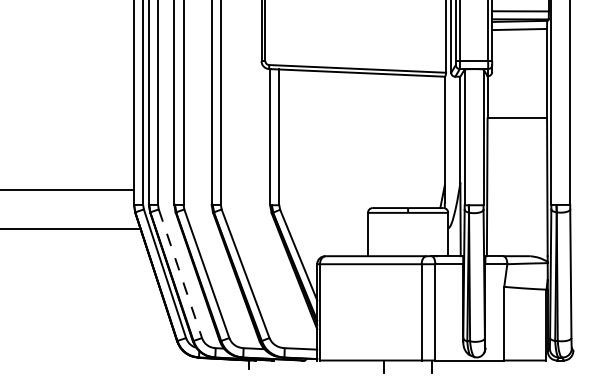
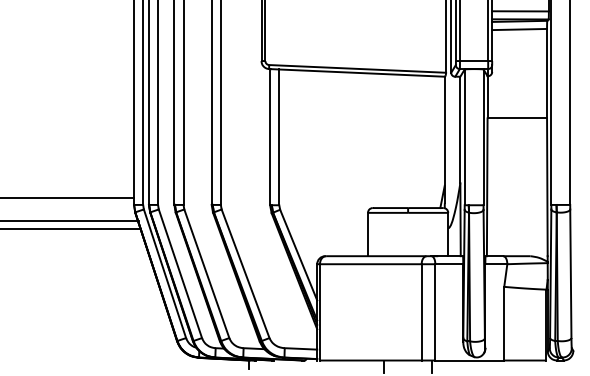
line at (68, 189) position: (68, 189) -> (68, 197)
line at (70, 221): none -> present
line at (180, 273): dashed -> solid
